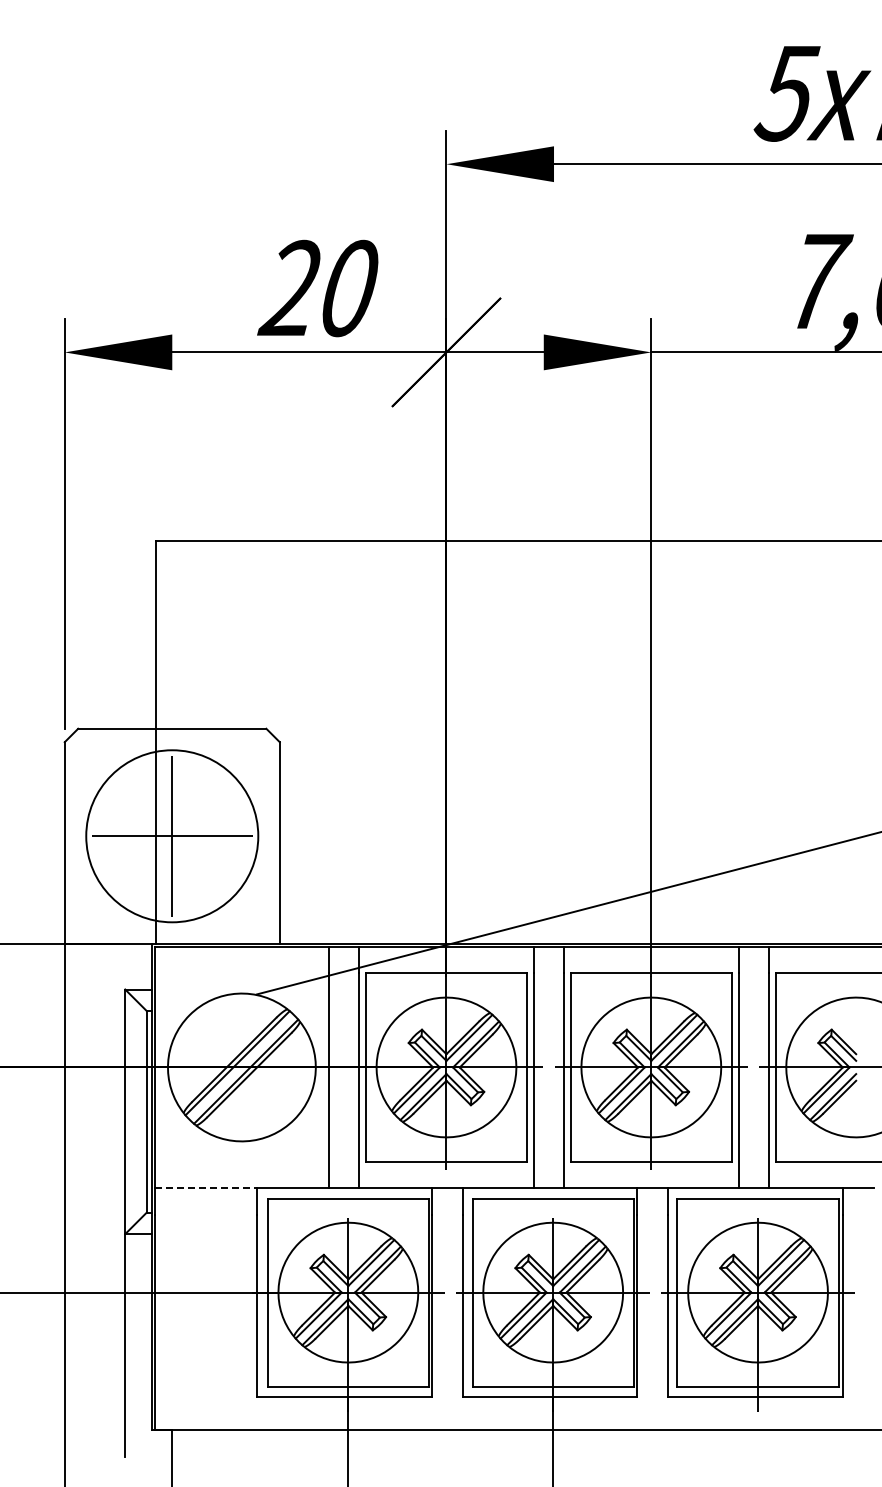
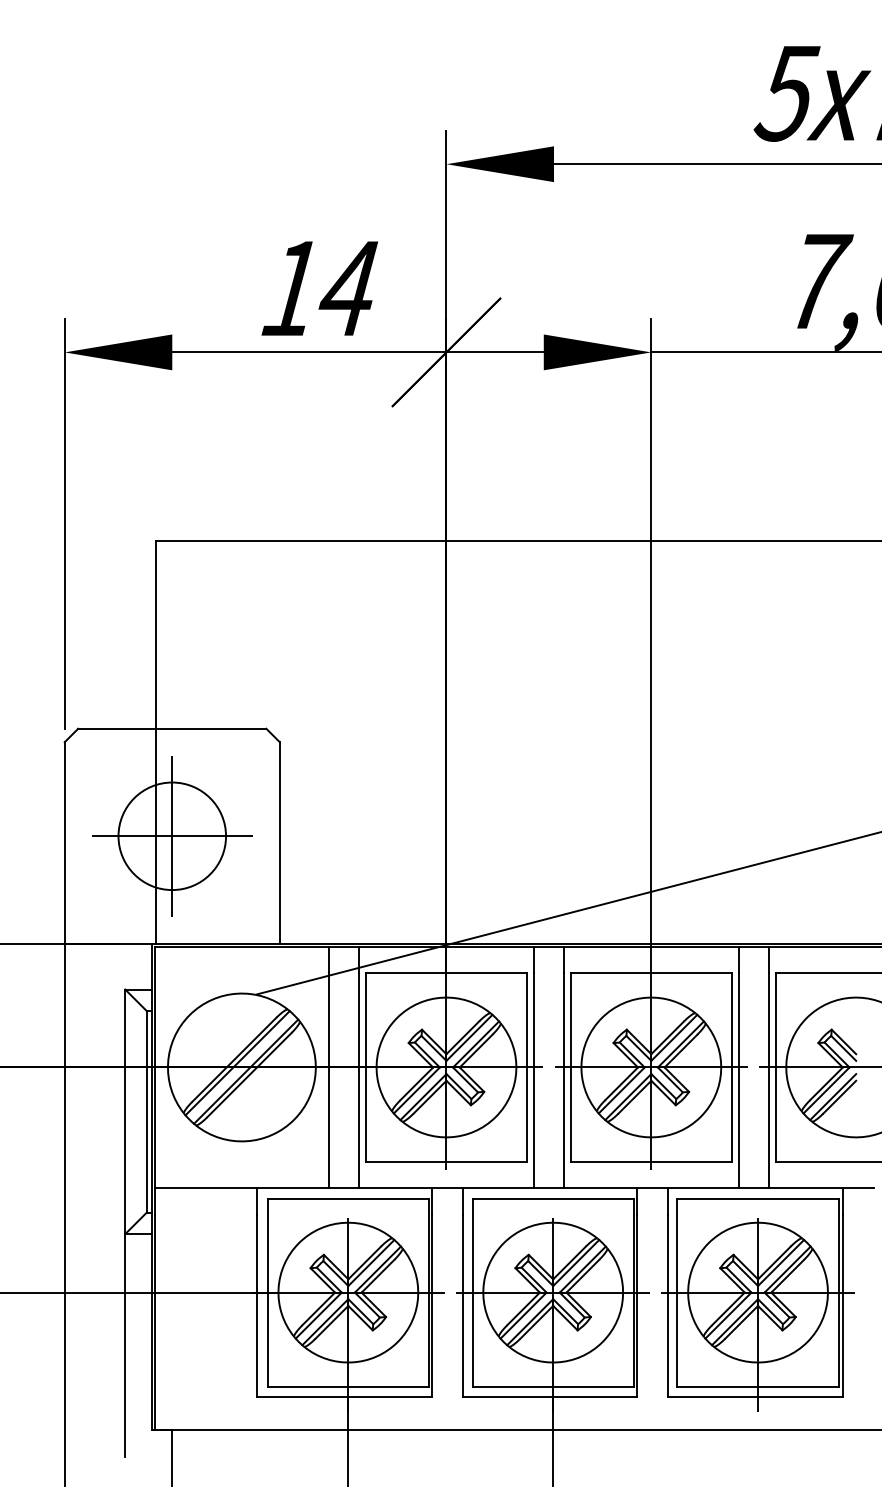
text at (317, 288): 20 -> 14
circle at (172, 836) diameter: 172 px -> 108 px
line at (206, 1188): dashed -> solid
